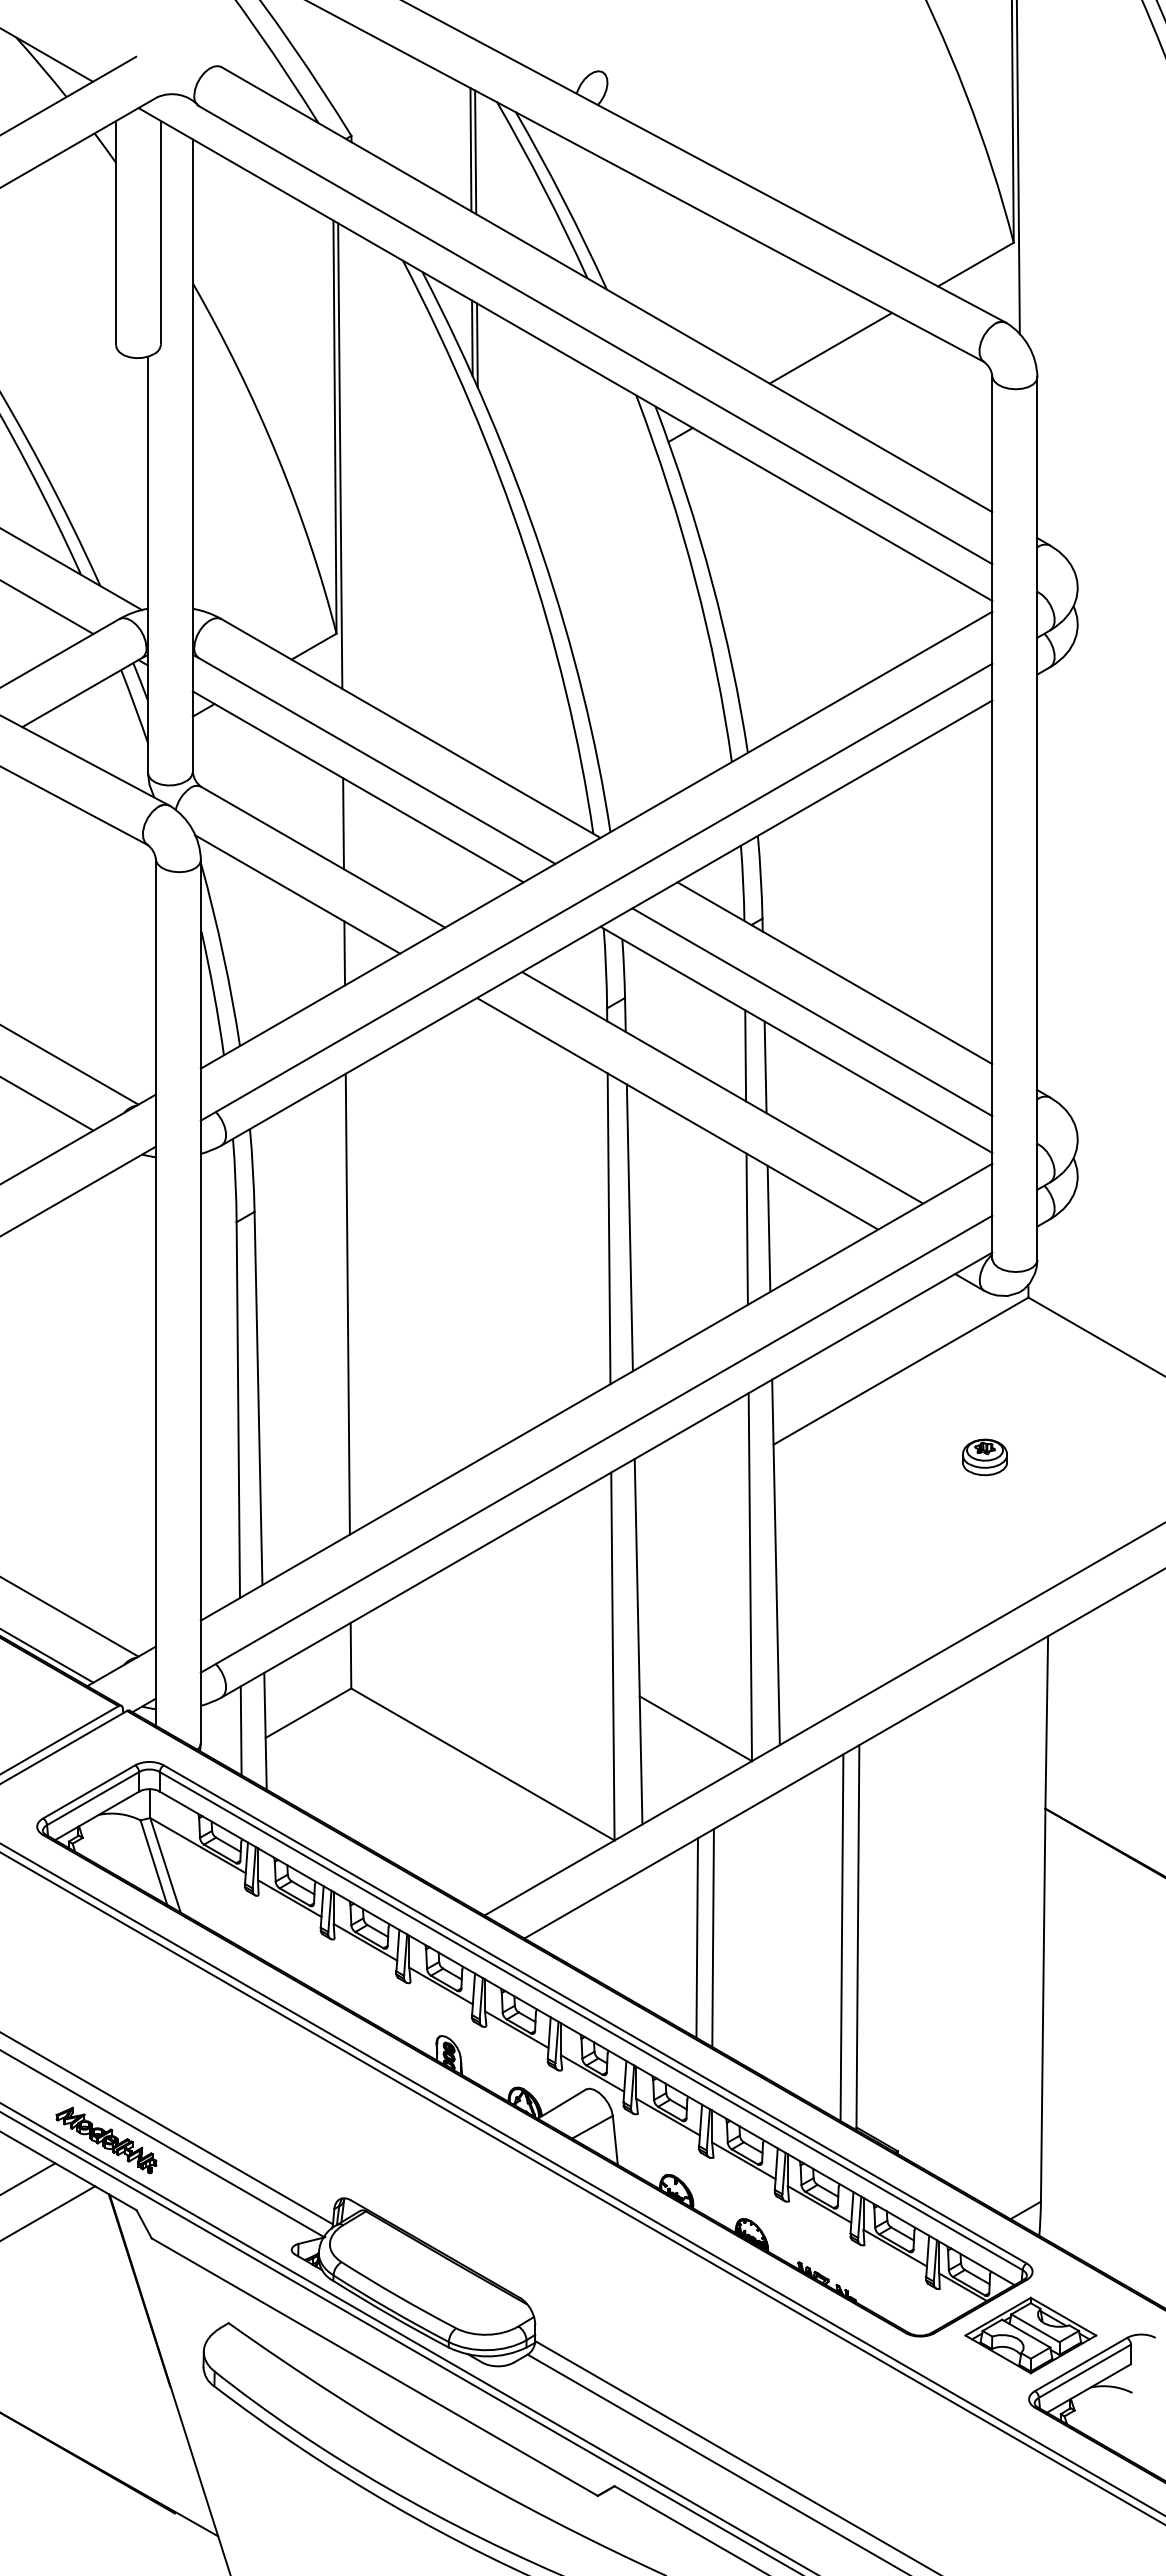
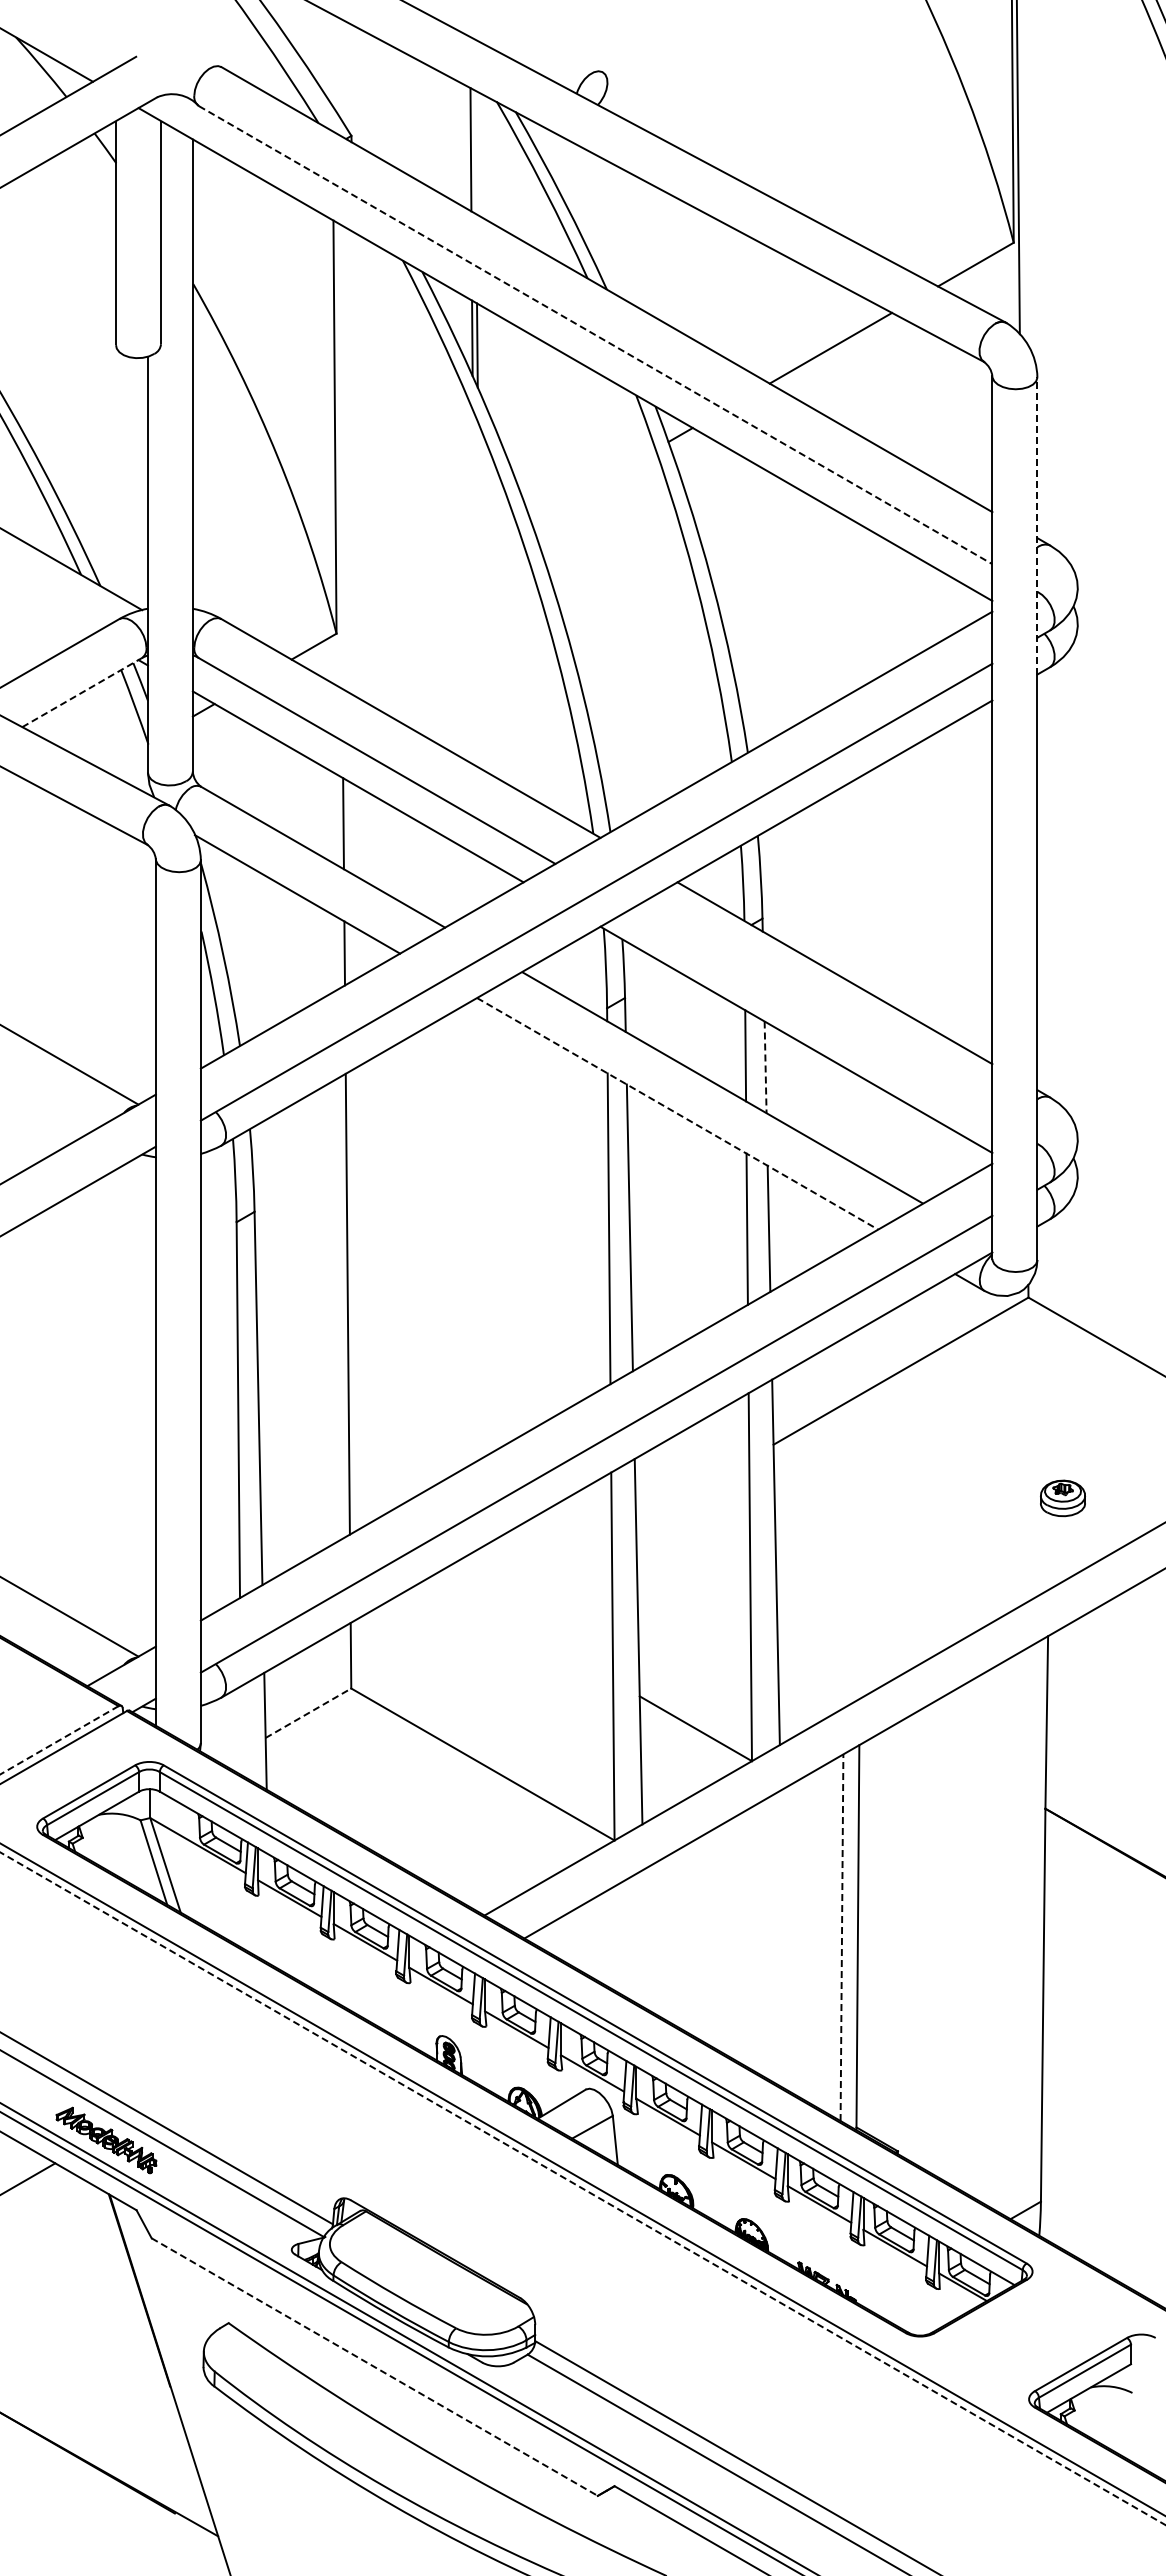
line at (475, 152): present -> none
line at (596, 335): solid -> dashed
line at (340, 455): present -> none
line at (1037, 525): solid -> dashed
line at (47, 607): present -> none
line at (82, 692): solid -> dashed
line at (812, 1012): present -> none
line at (765, 1067): solid -> dashed
line at (47, 1104): present -> none
line at (676, 1113): solid -> dashed
part at (984, 1457) position: (984, 1457) -> (1062, 1498)
line at (47, 1656): present -> none
line at (308, 1712): solid -> dashed
line at (240, 1730): present -> none
line at (58, 1740): solid -> dashed
line at (696, 1937): present -> none
line at (712, 1937): present -> none
line at (841, 1937): solid -> dashed
line at (583, 2188): solid -> dashed
line at (48, 2212): present -> none
part at (1030, 2335): present -> none
line at (374, 2367): solid -> dashed
